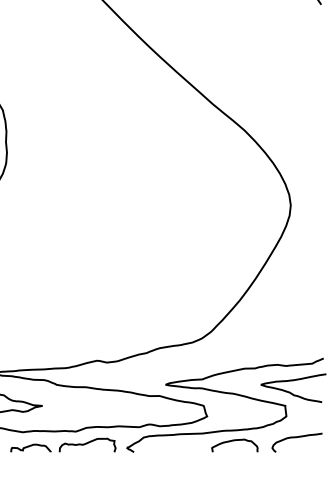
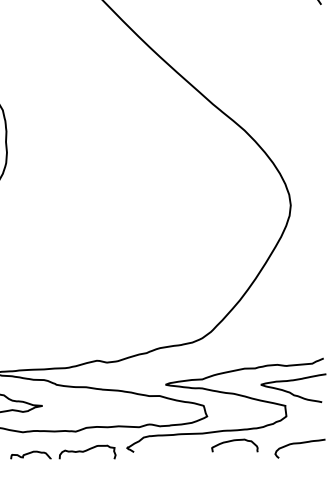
curve at (296, 438) position: (296, 438) -> (299, 444)
part at (63, 444) position: (63, 444) -> (63, 451)
